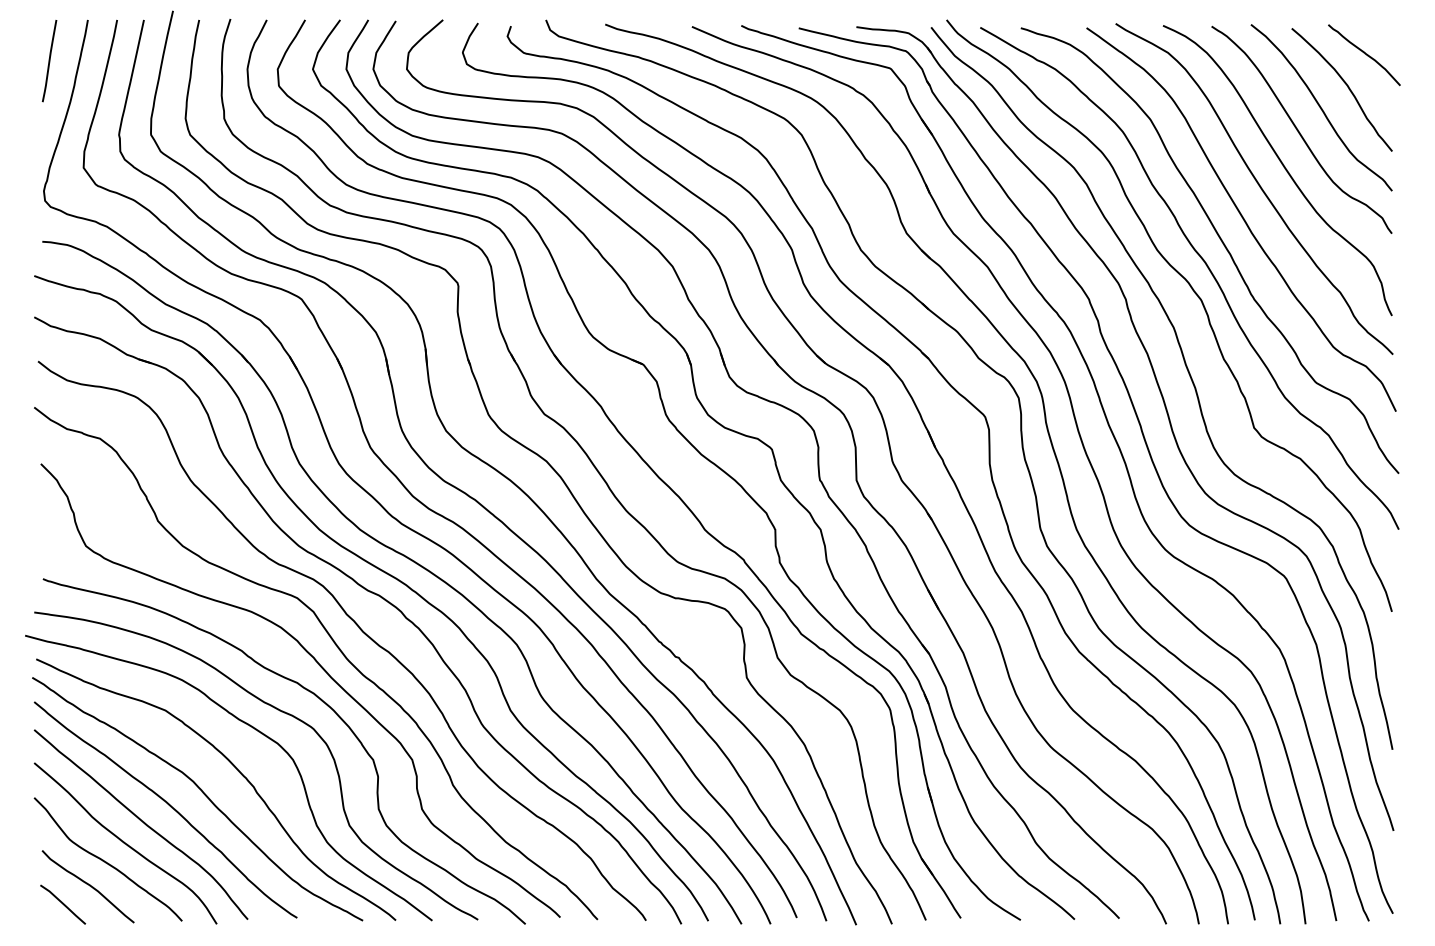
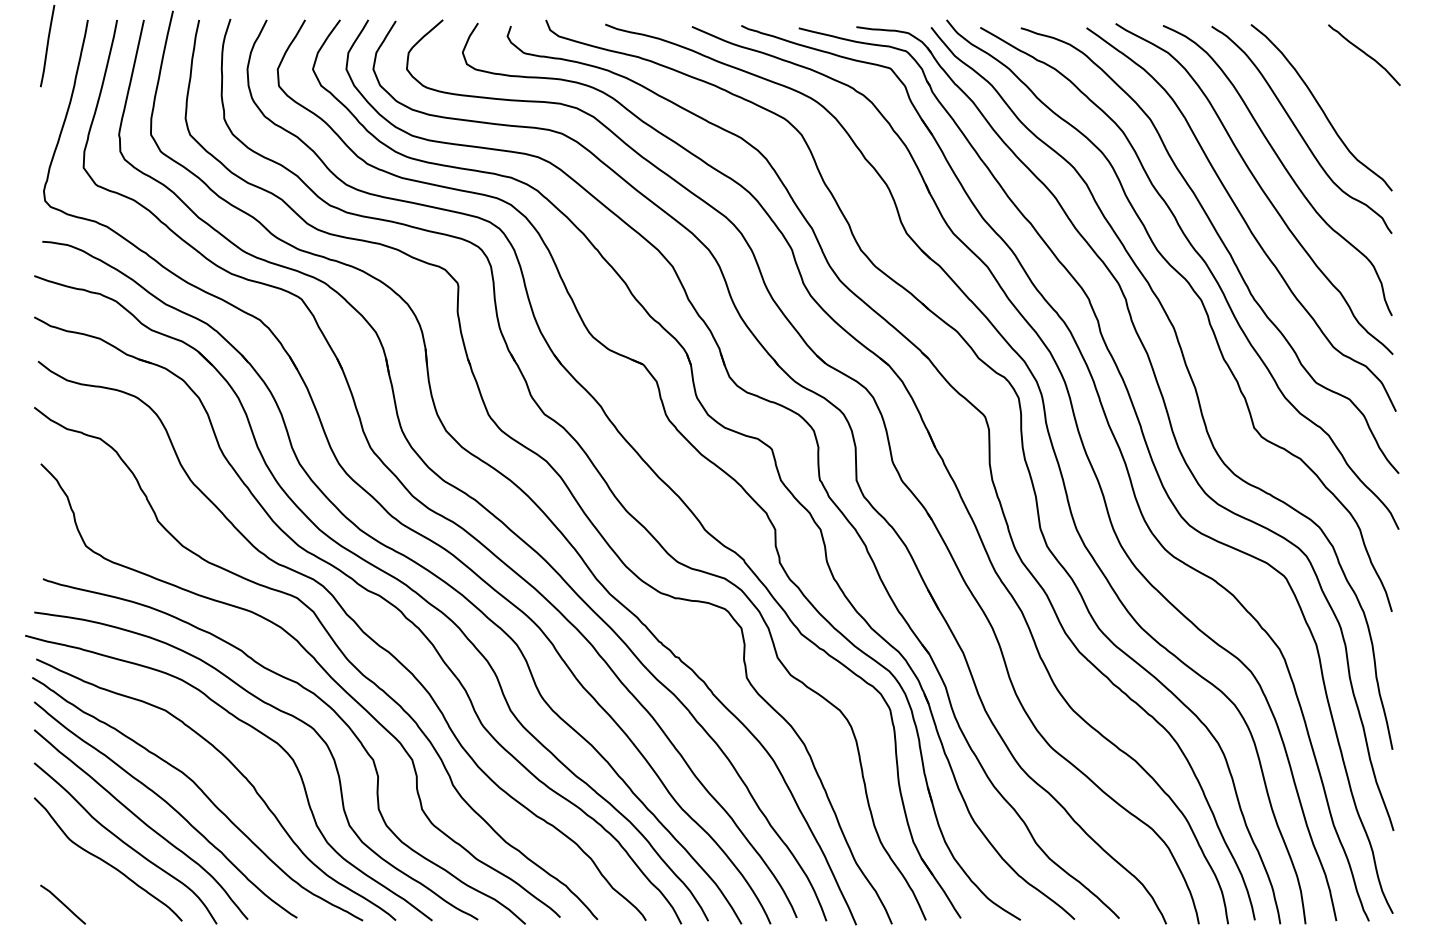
line at (49, 61) position: (49, 61) -> (47, 46)
curve at (1347, 87): present -> none
curve at (88, 885): present -> none
